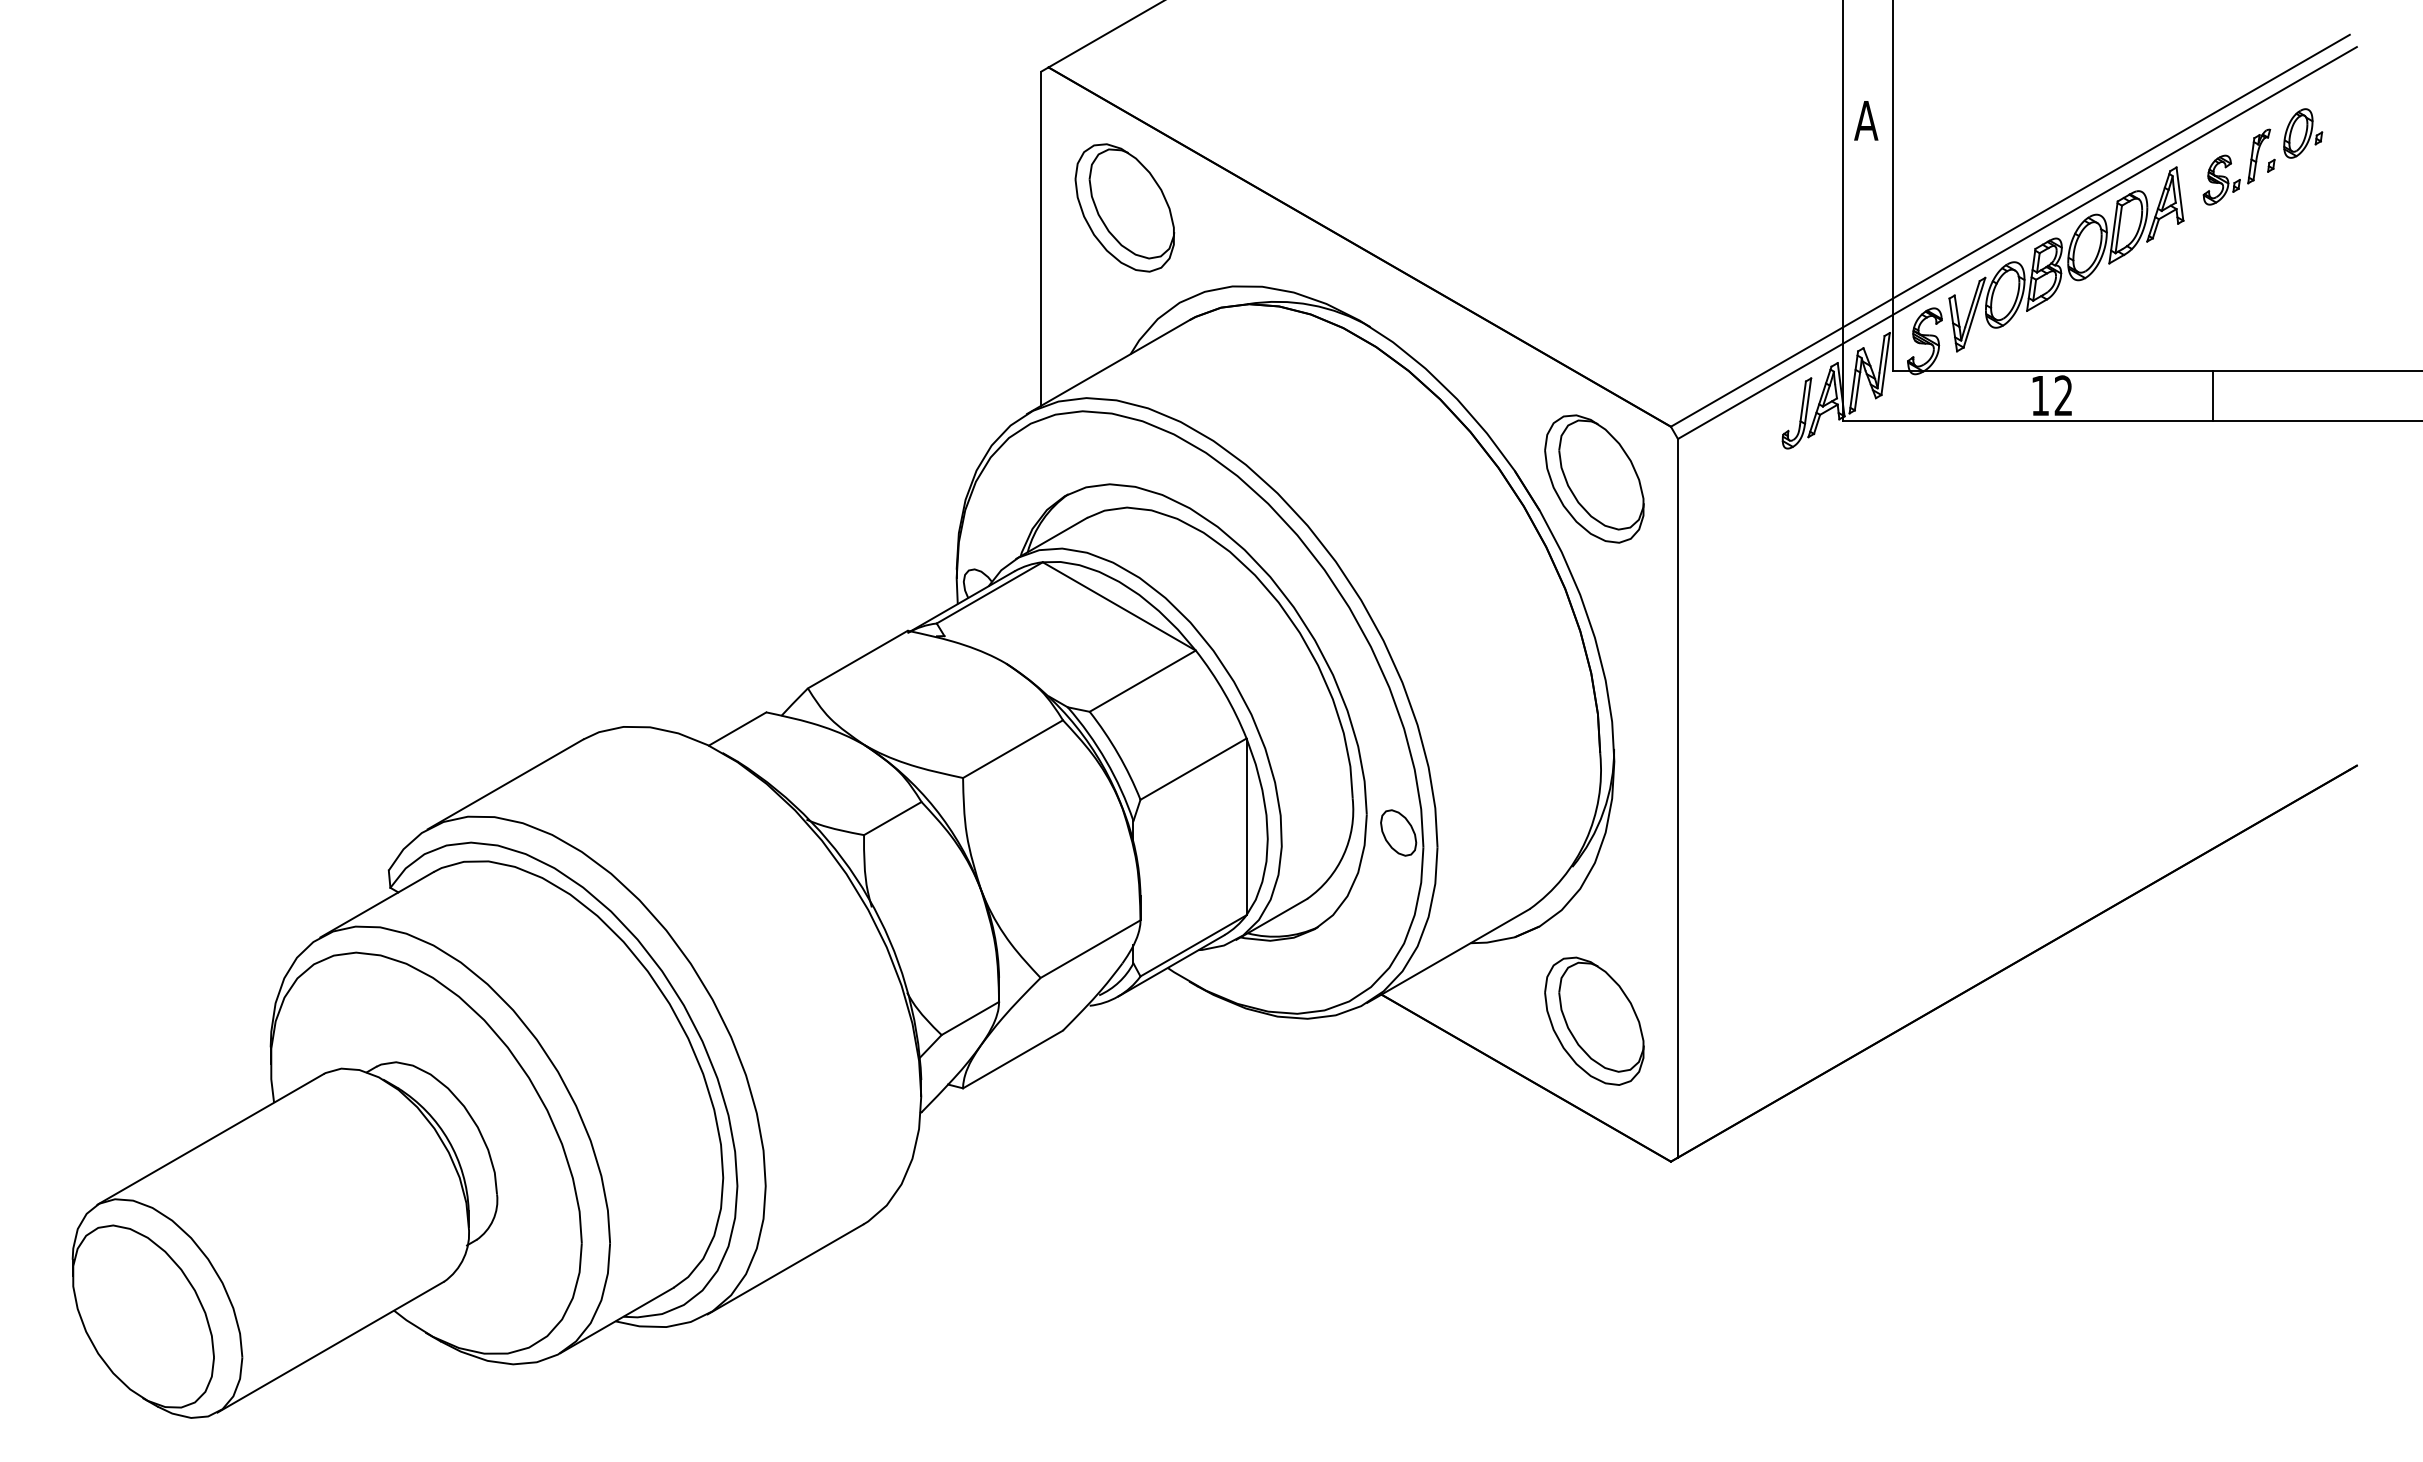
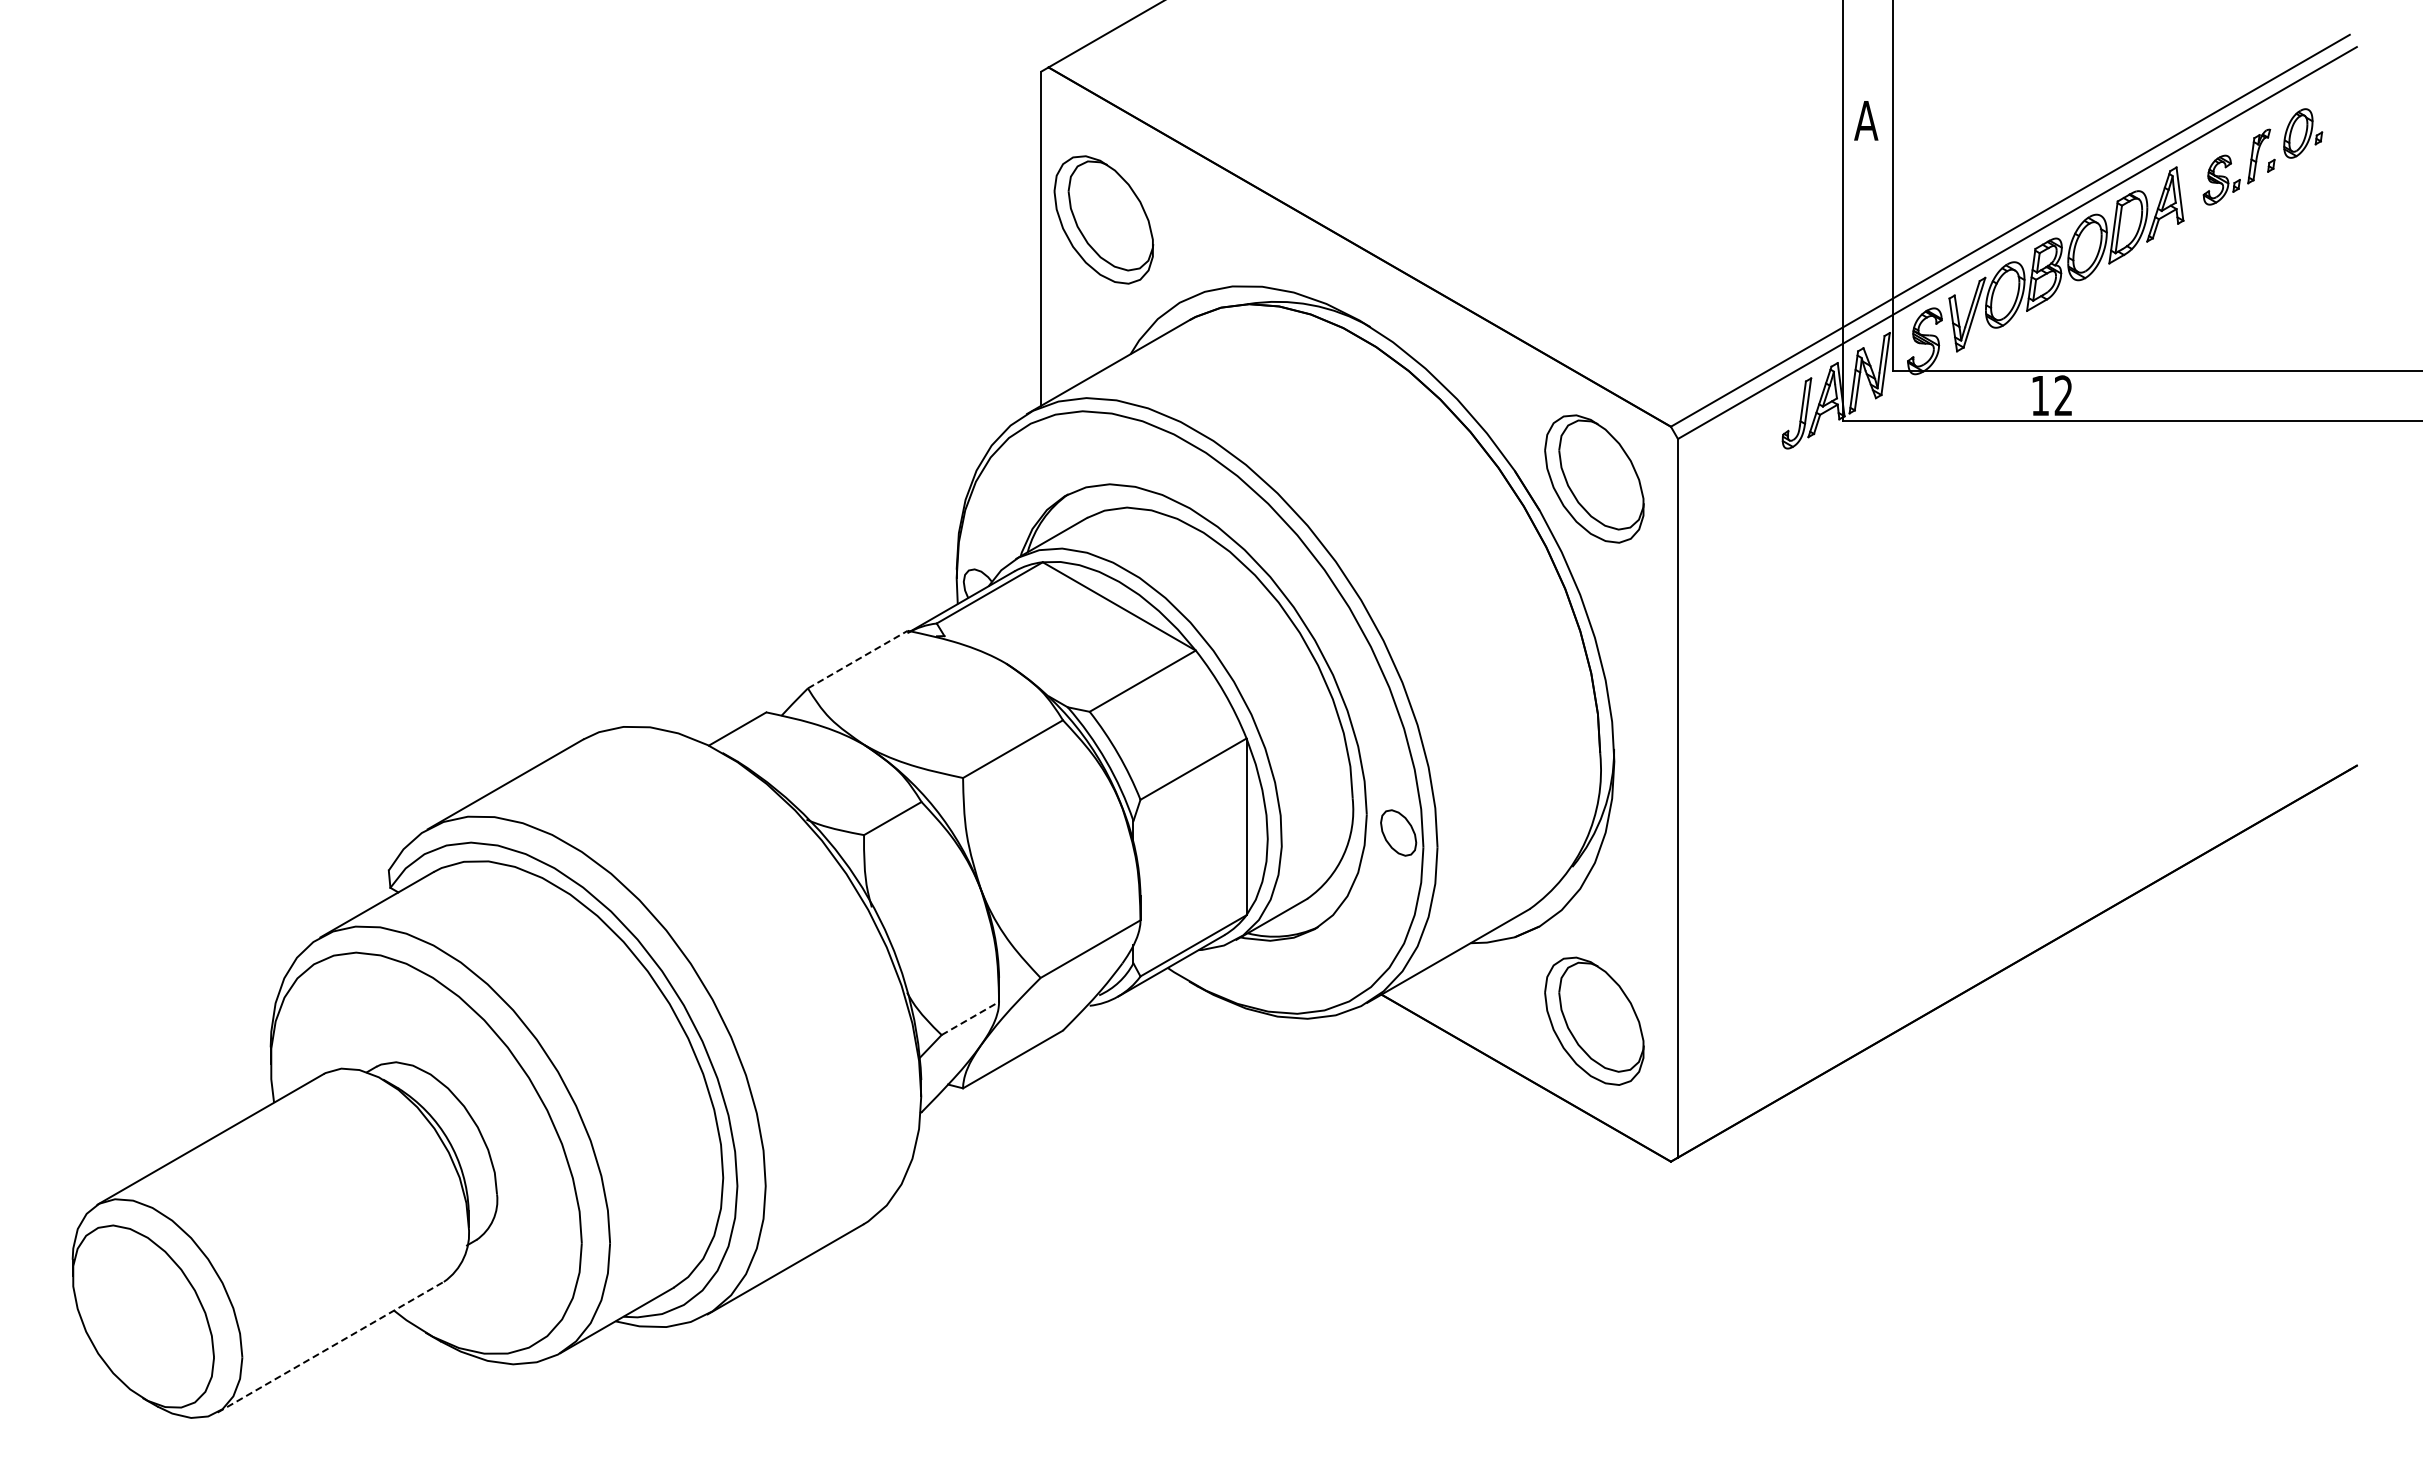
part at (1124, 207) position: (1124, 207) -> (1103, 219)
line at (2212, 395): present -> none
line at (857, 659): solid -> dashed
line at (970, 1018): solid -> dashed
line at (330, 1347): solid -> dashed
